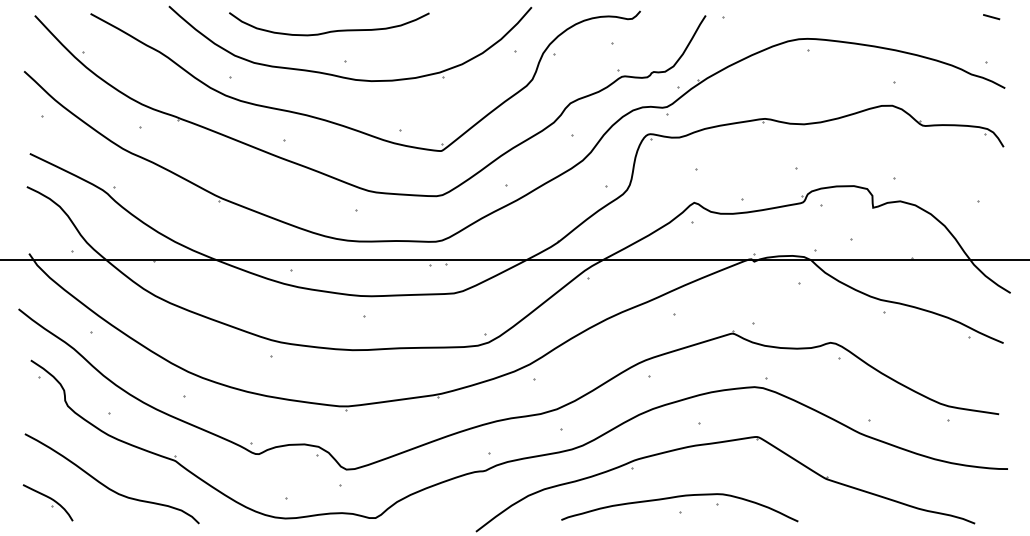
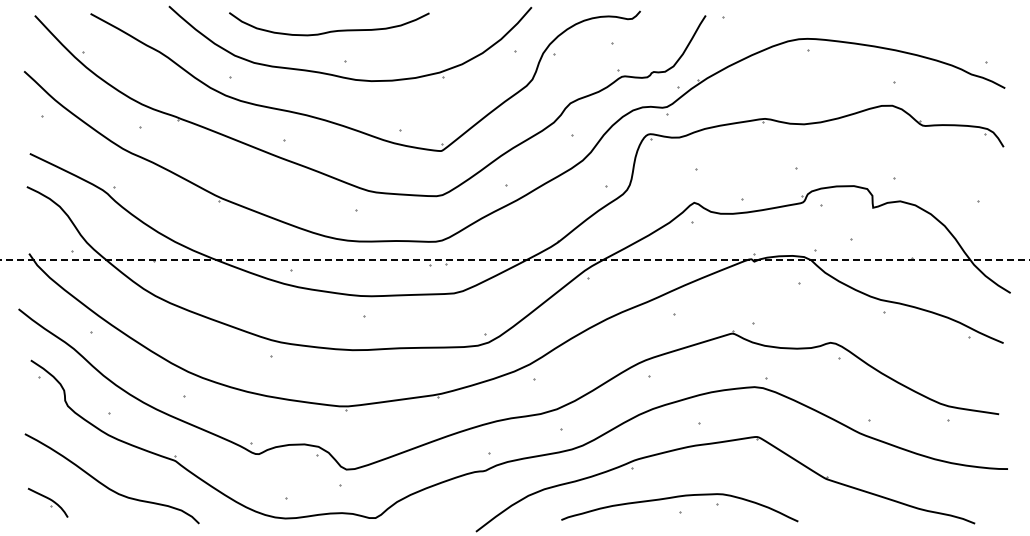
line at (991, 17): present -> none
line at (515, 260): solid -> dashed
part at (47, 502) size: 52x38 px -> 42x31 px
